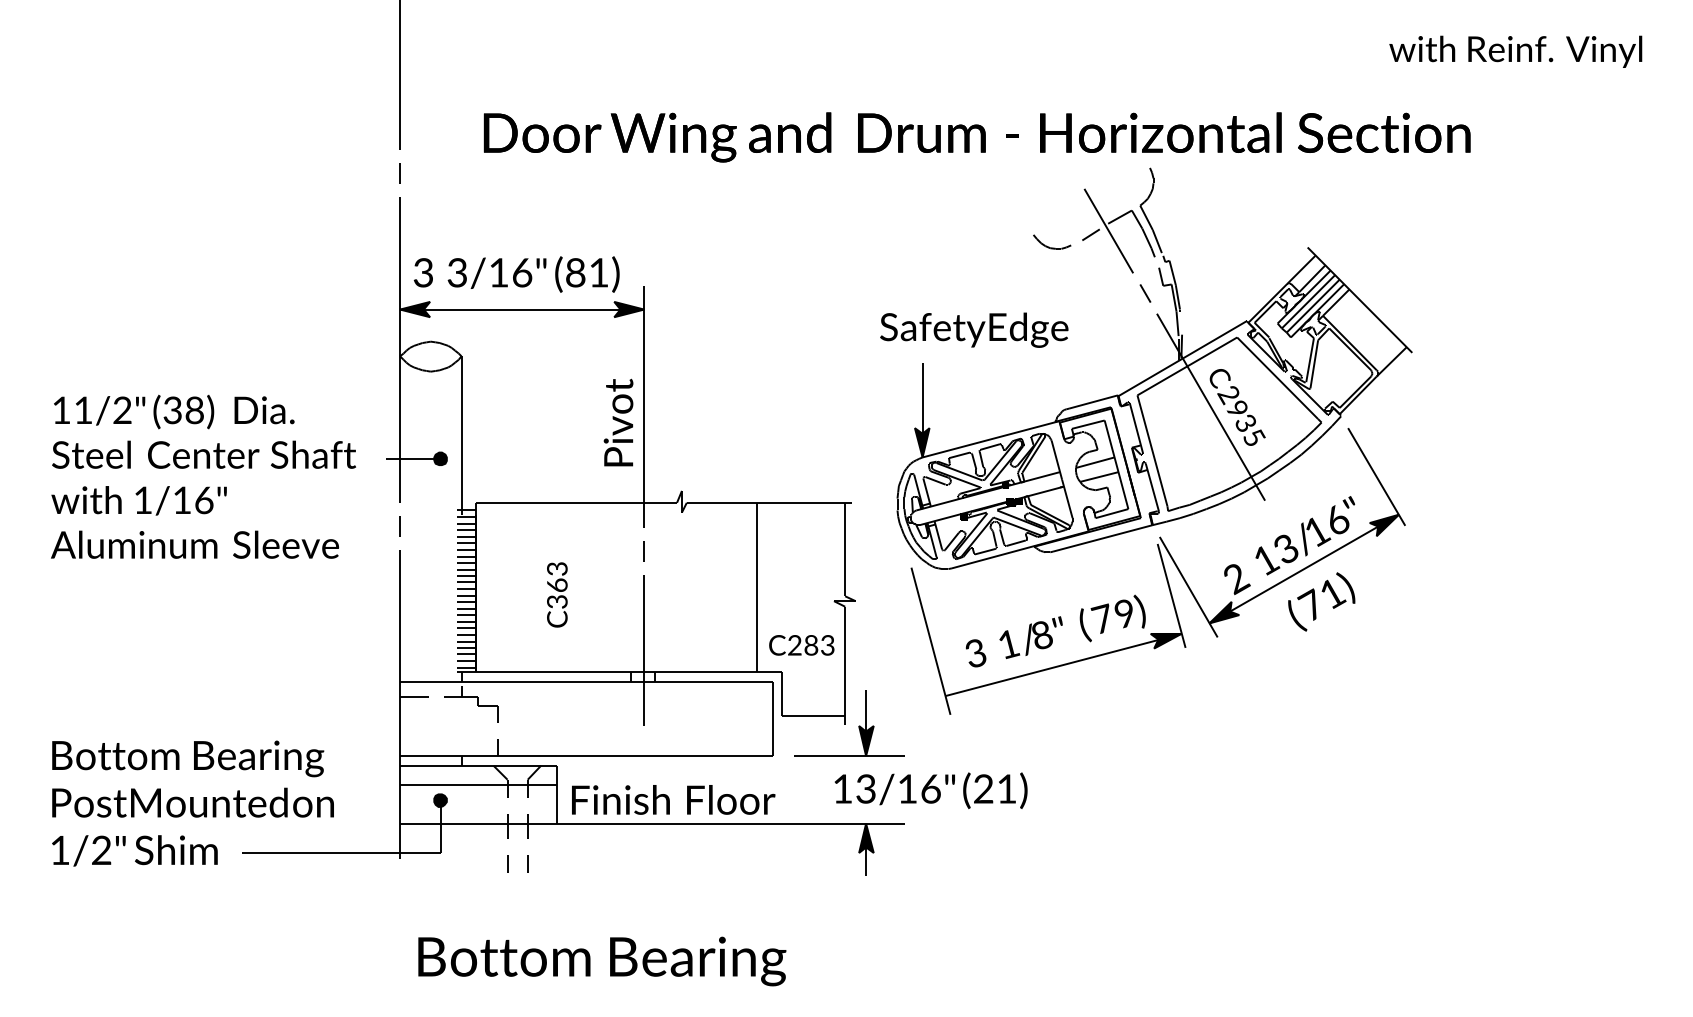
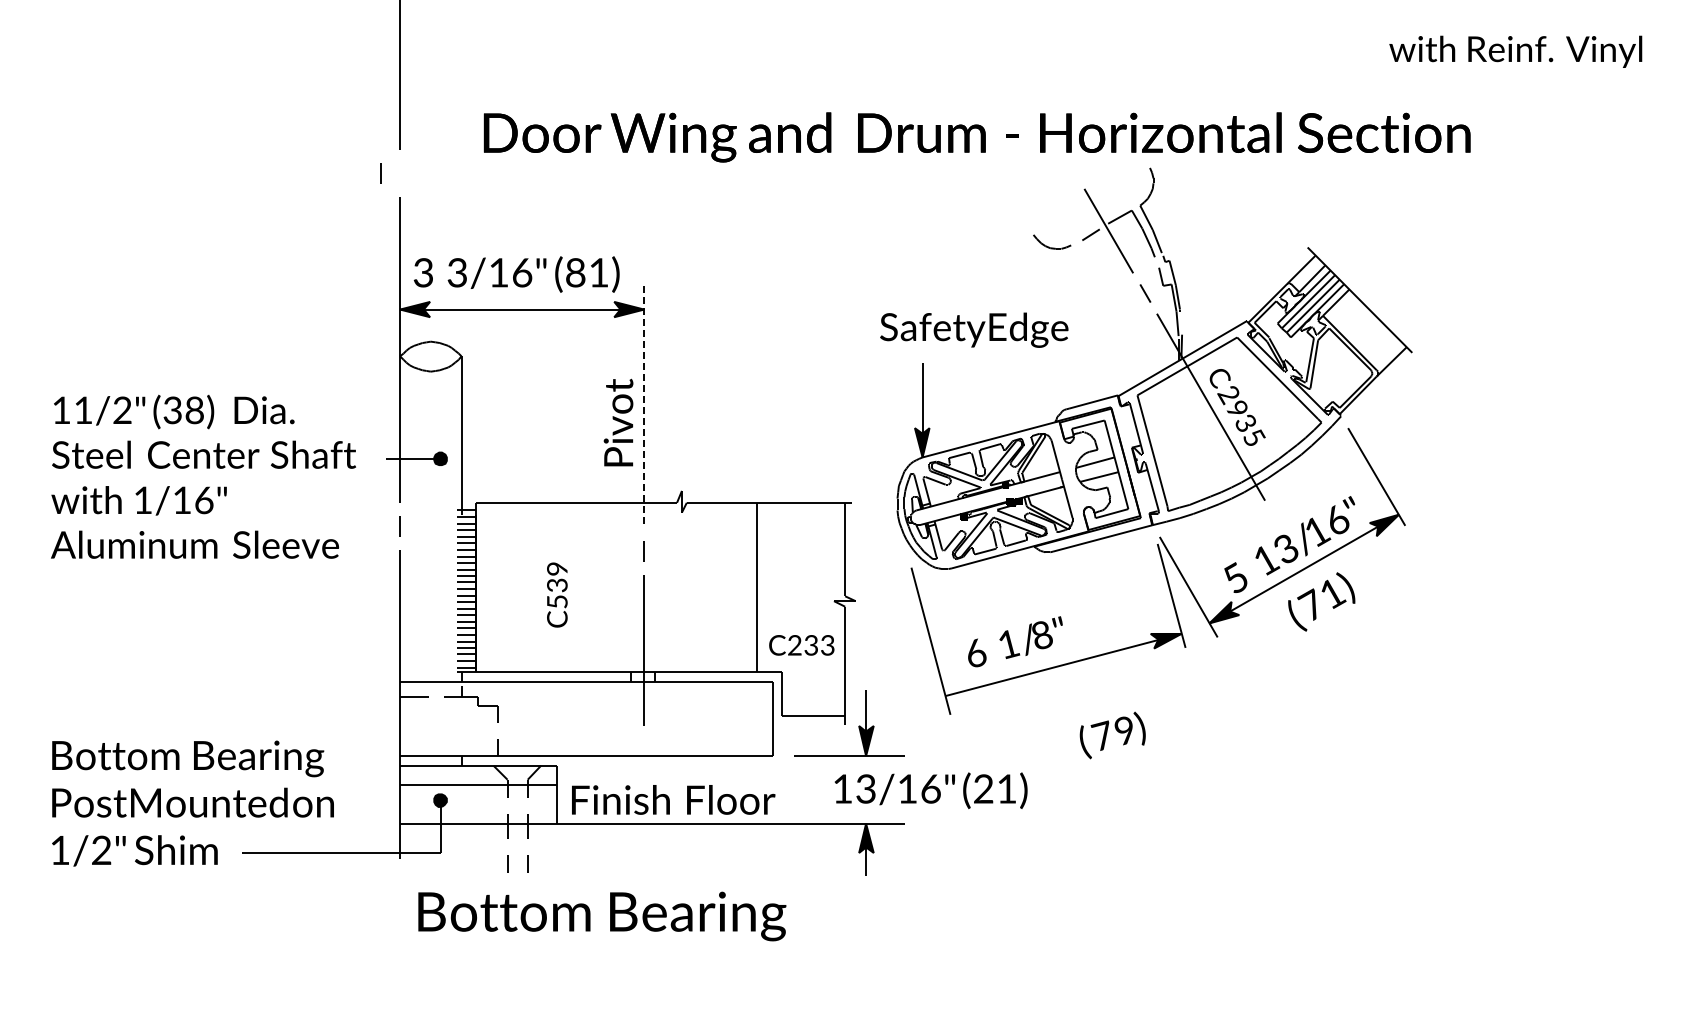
line at (399, 173) position: (399, 173) -> (380, 173)
line at (644, 407): solid -> dashed
text at (1237, 578): 2 -> 5
text at (557, 585): C363 -> C539
text at (1112, 618) position: (1112, 618) -> (1112, 735)
text at (811, 645): C283 -> C233
text at (975, 652): 3 -> 6
text at (602, 961) position: (602, 961) -> (602, 916)
